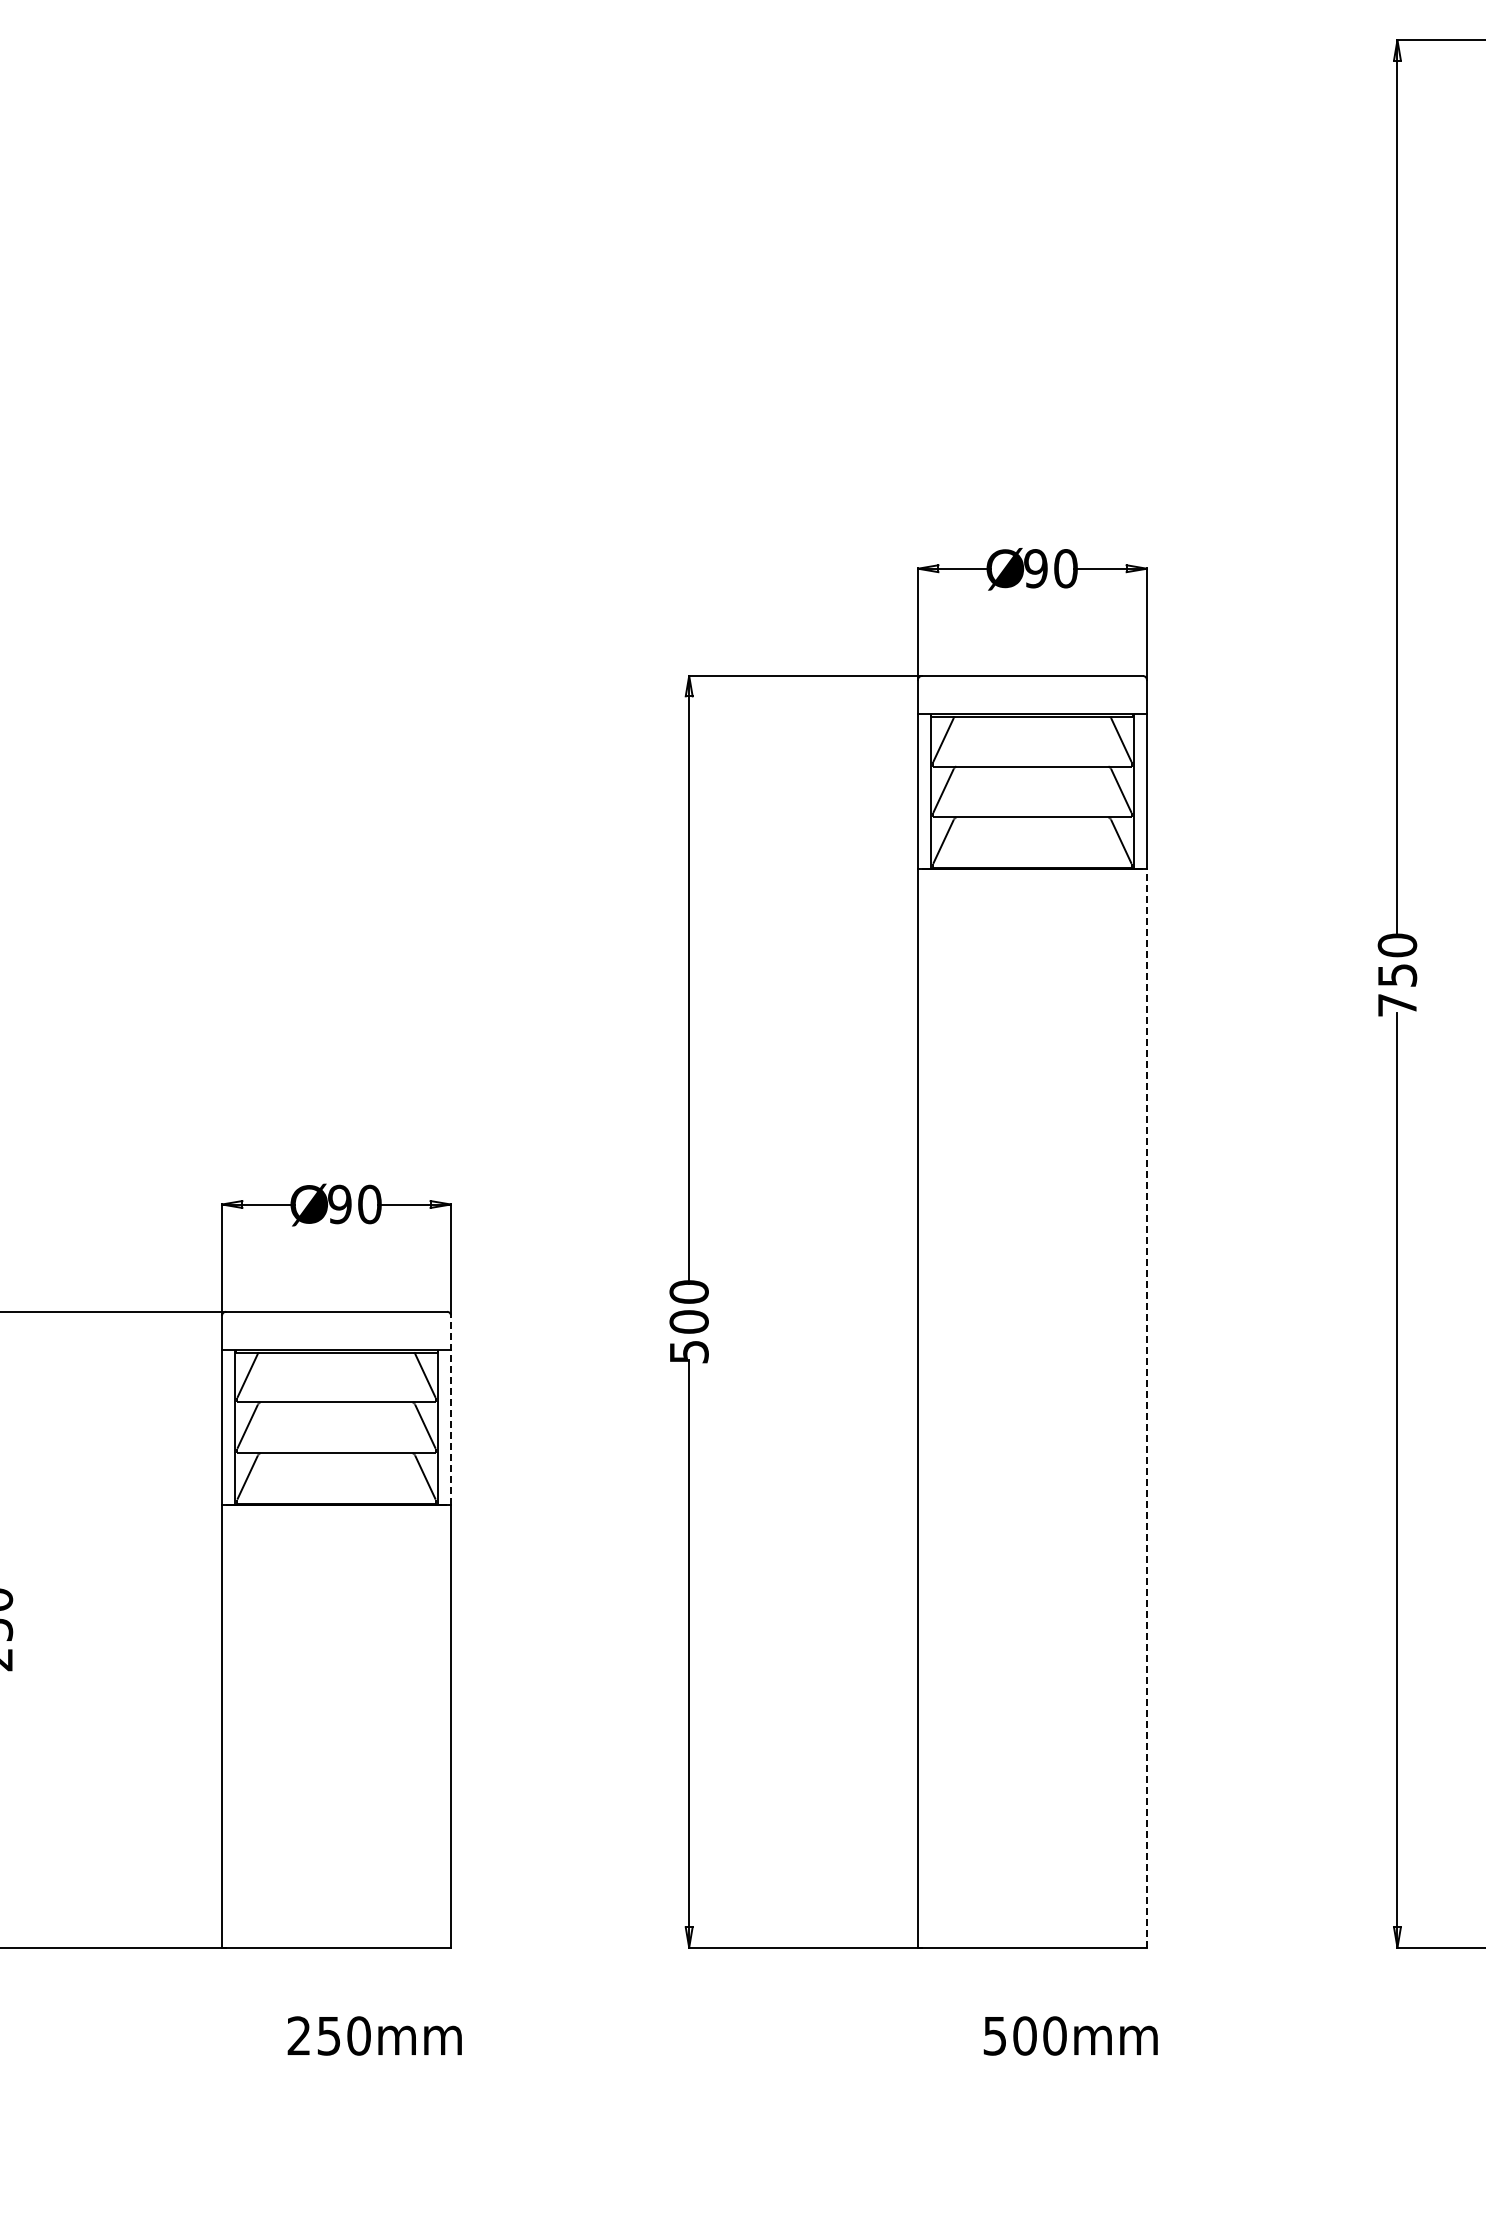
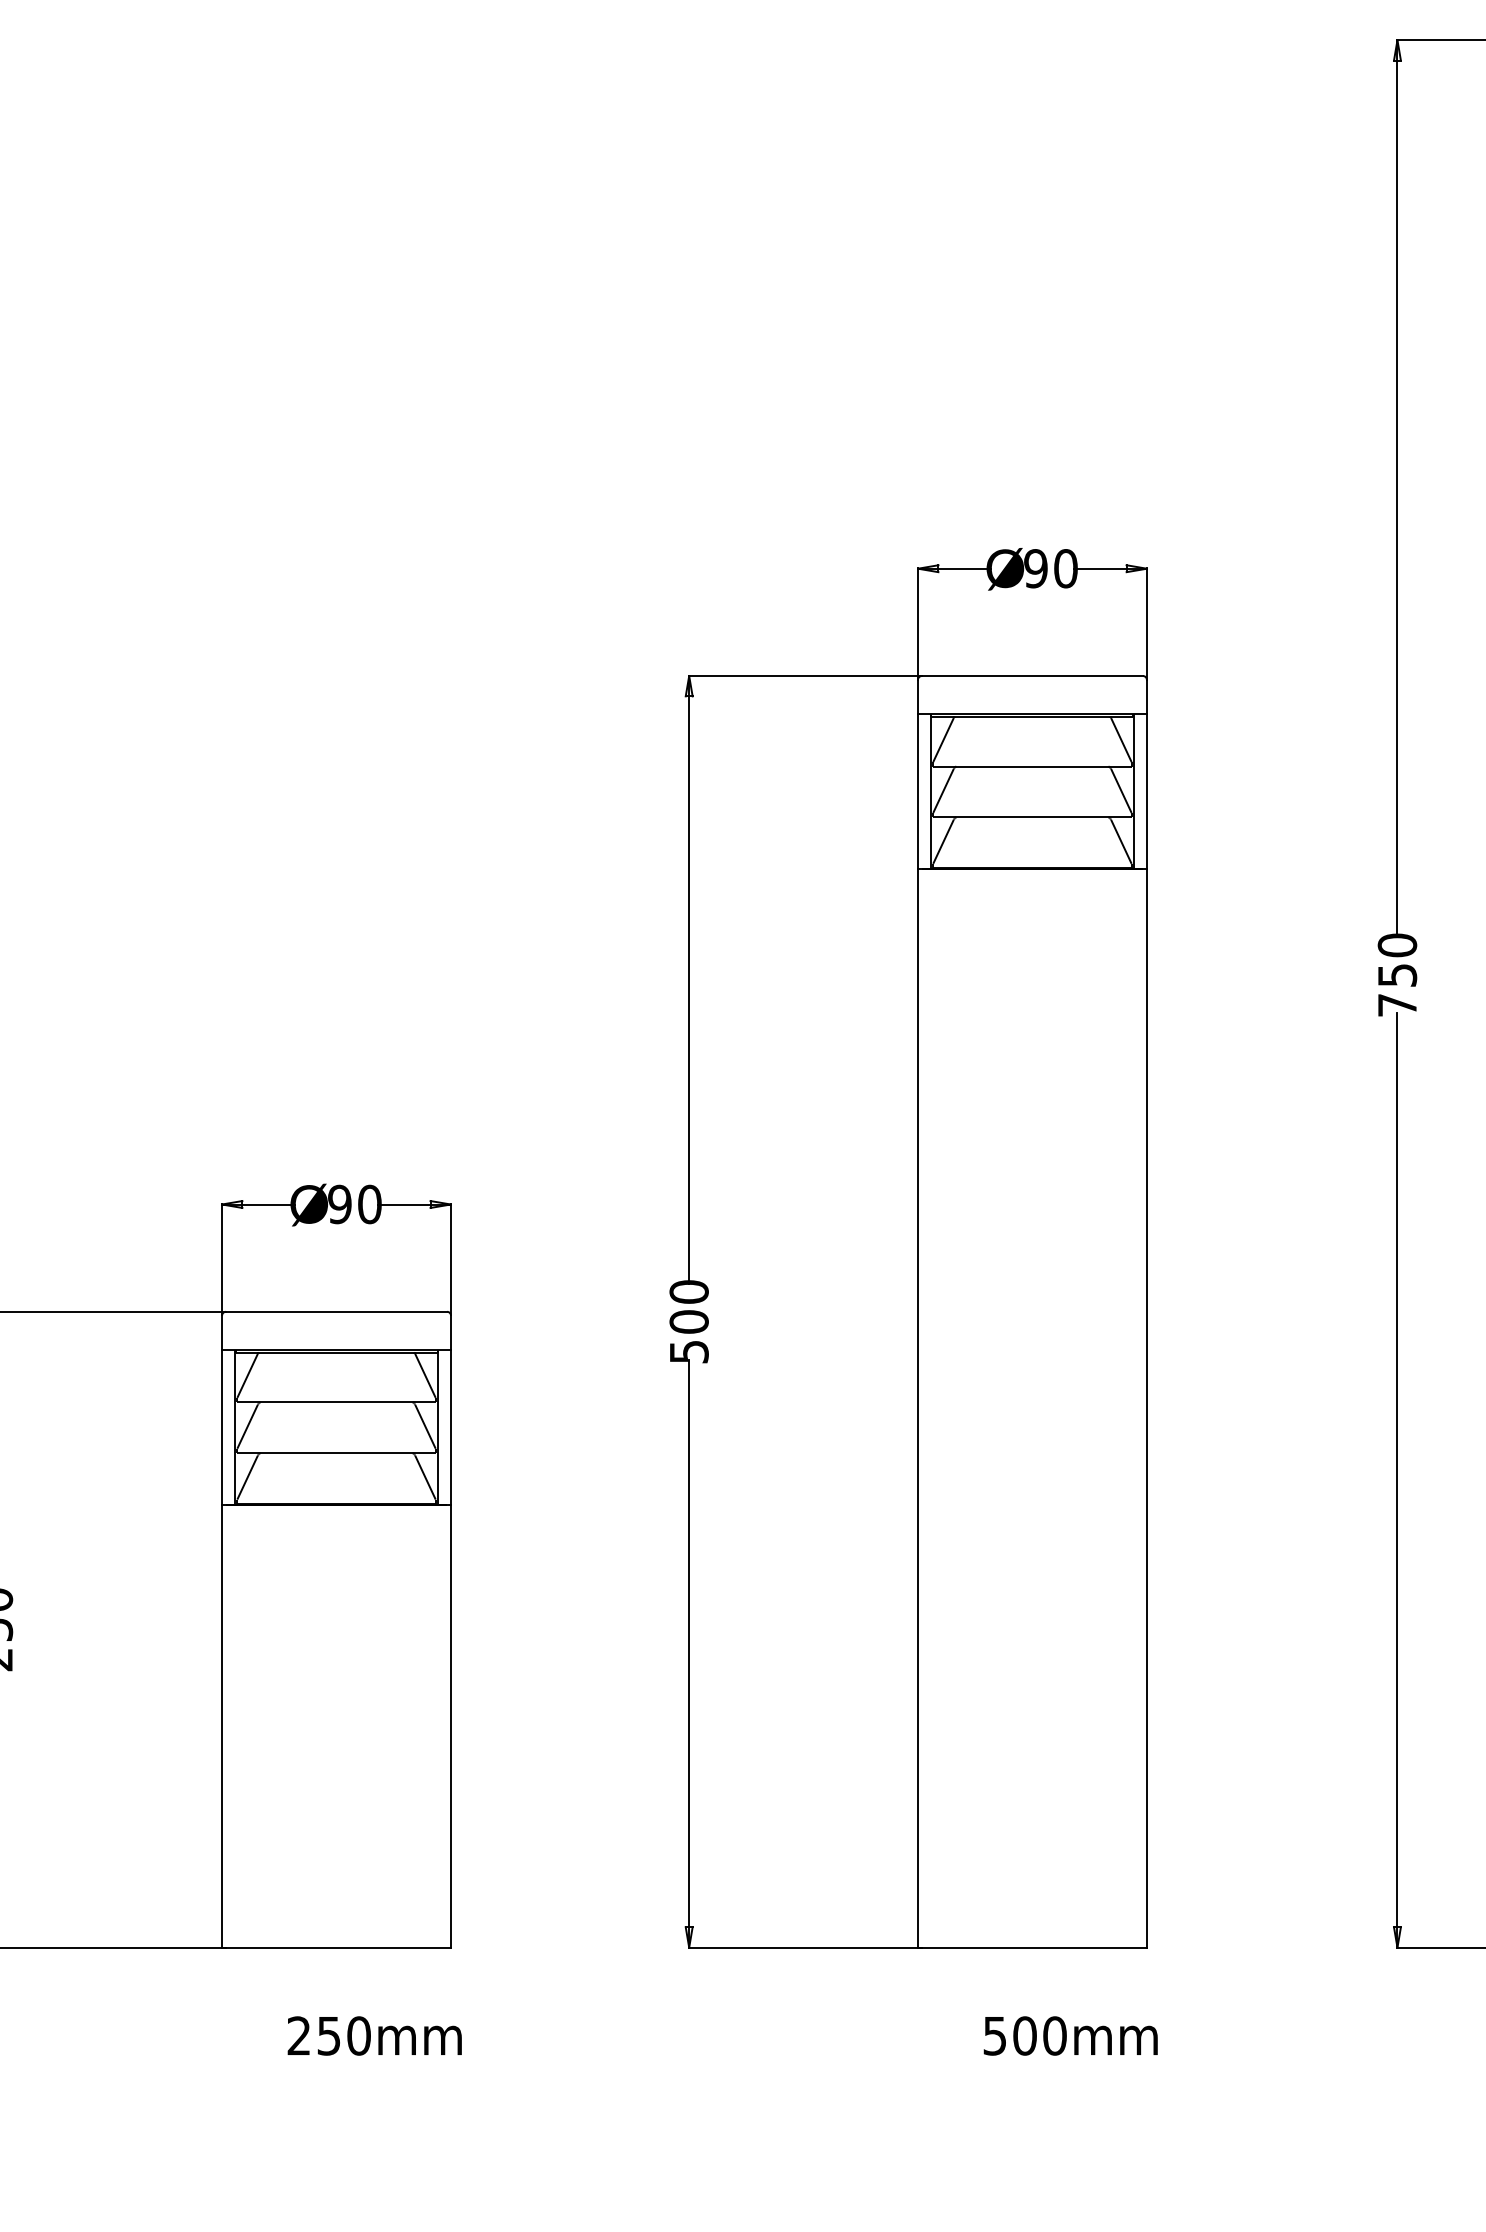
line at (1146, 1407): dashed -> solid
line at (450, 1410): dashed -> solid
